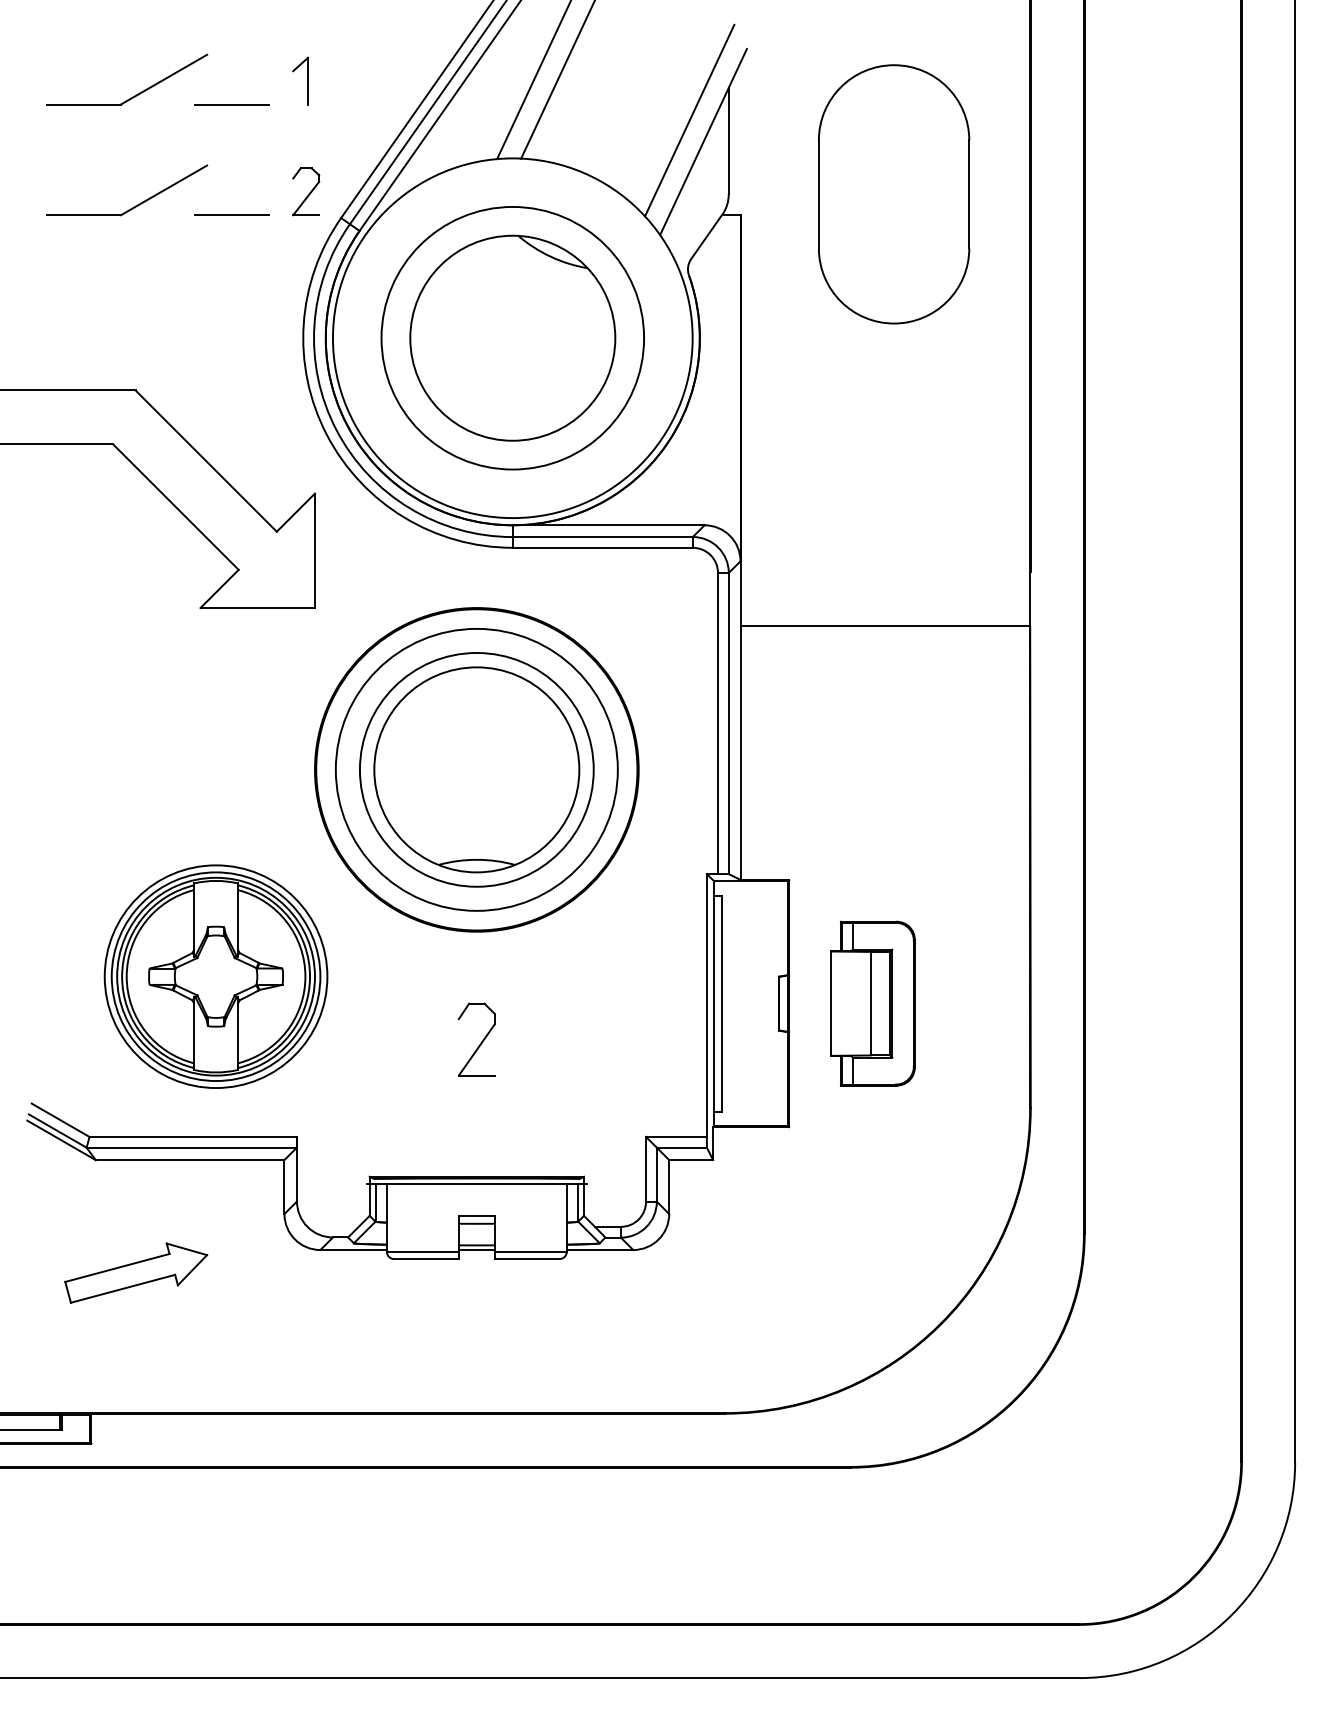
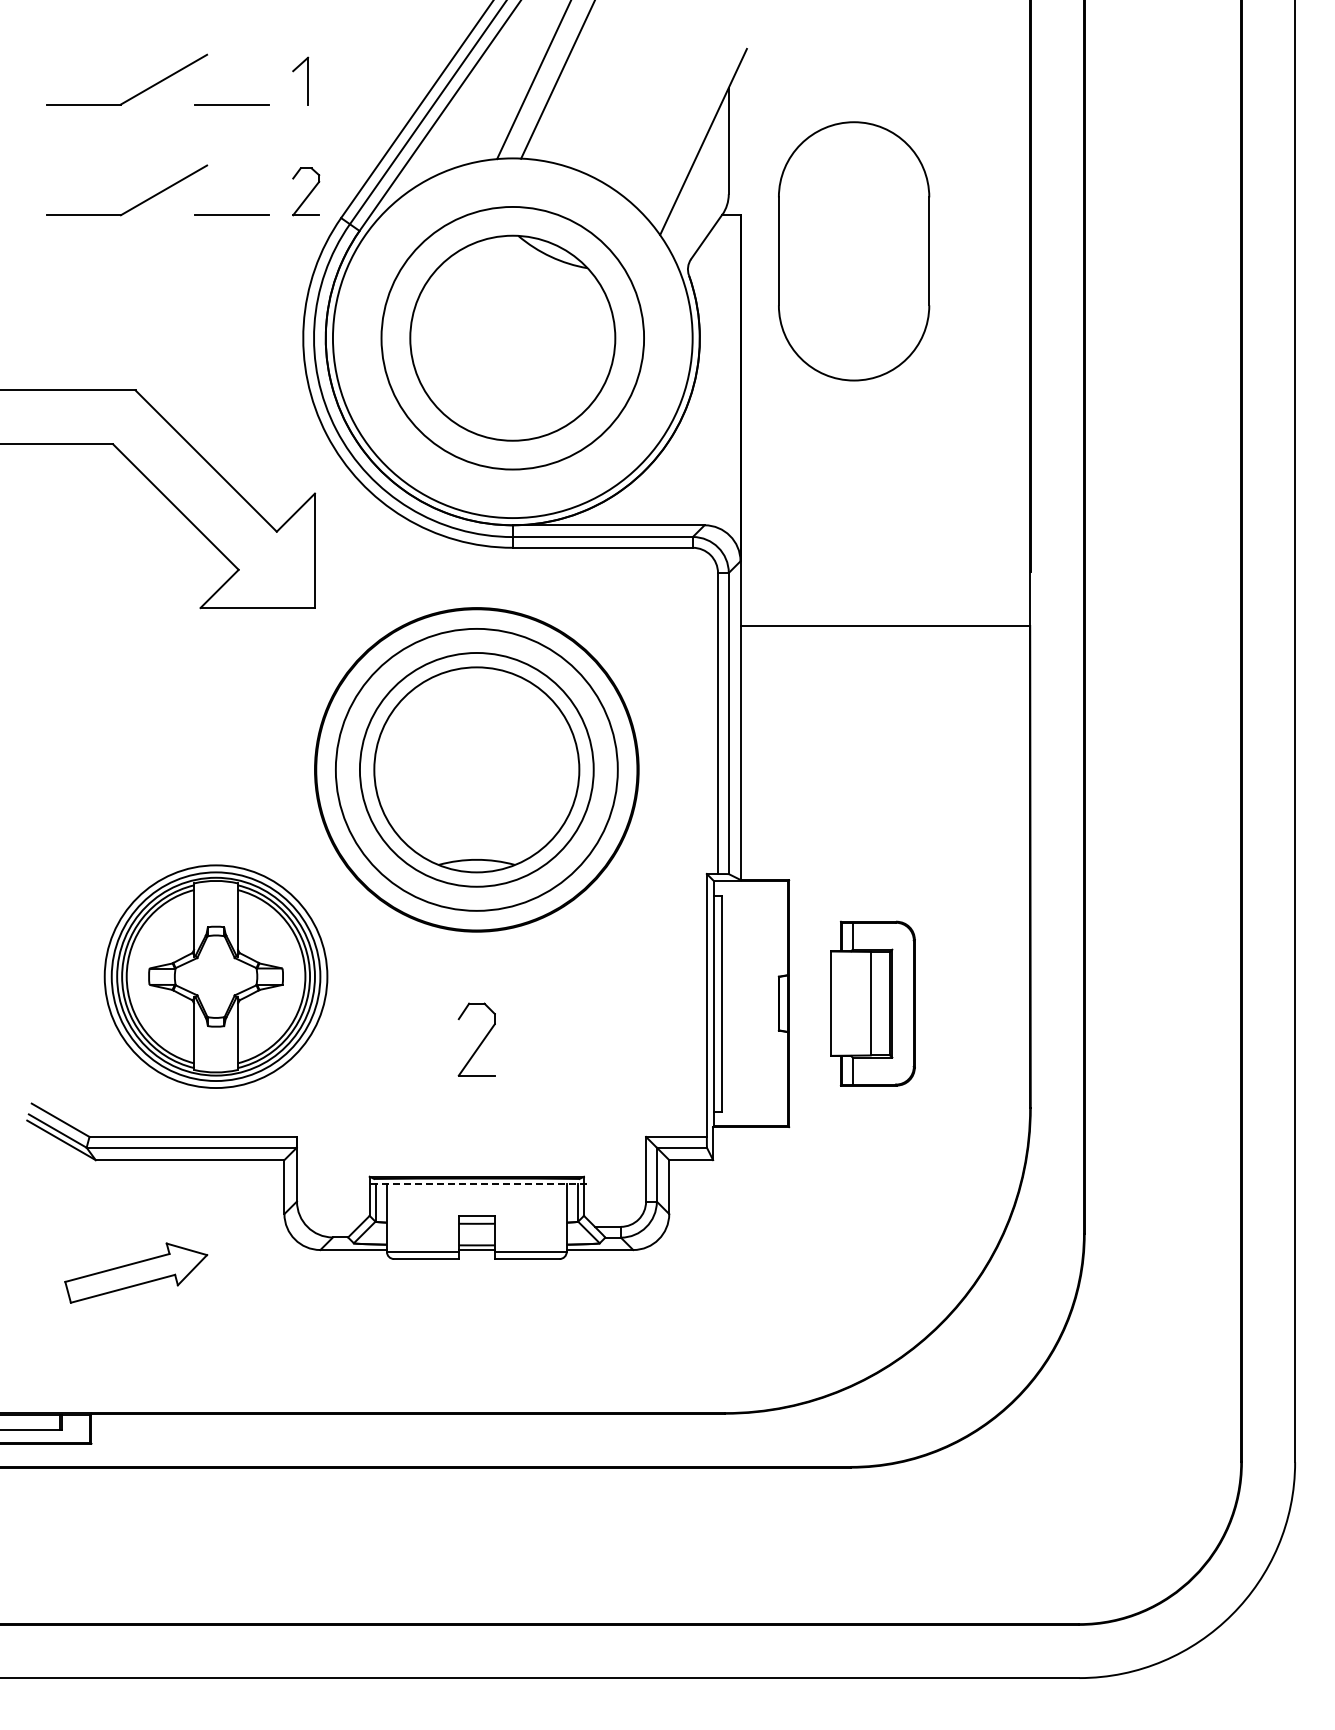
line at (689, 120): present -> none
part at (894, 194) position: (894, 194) -> (854, 251)
line at (476, 1183): solid -> dashed
